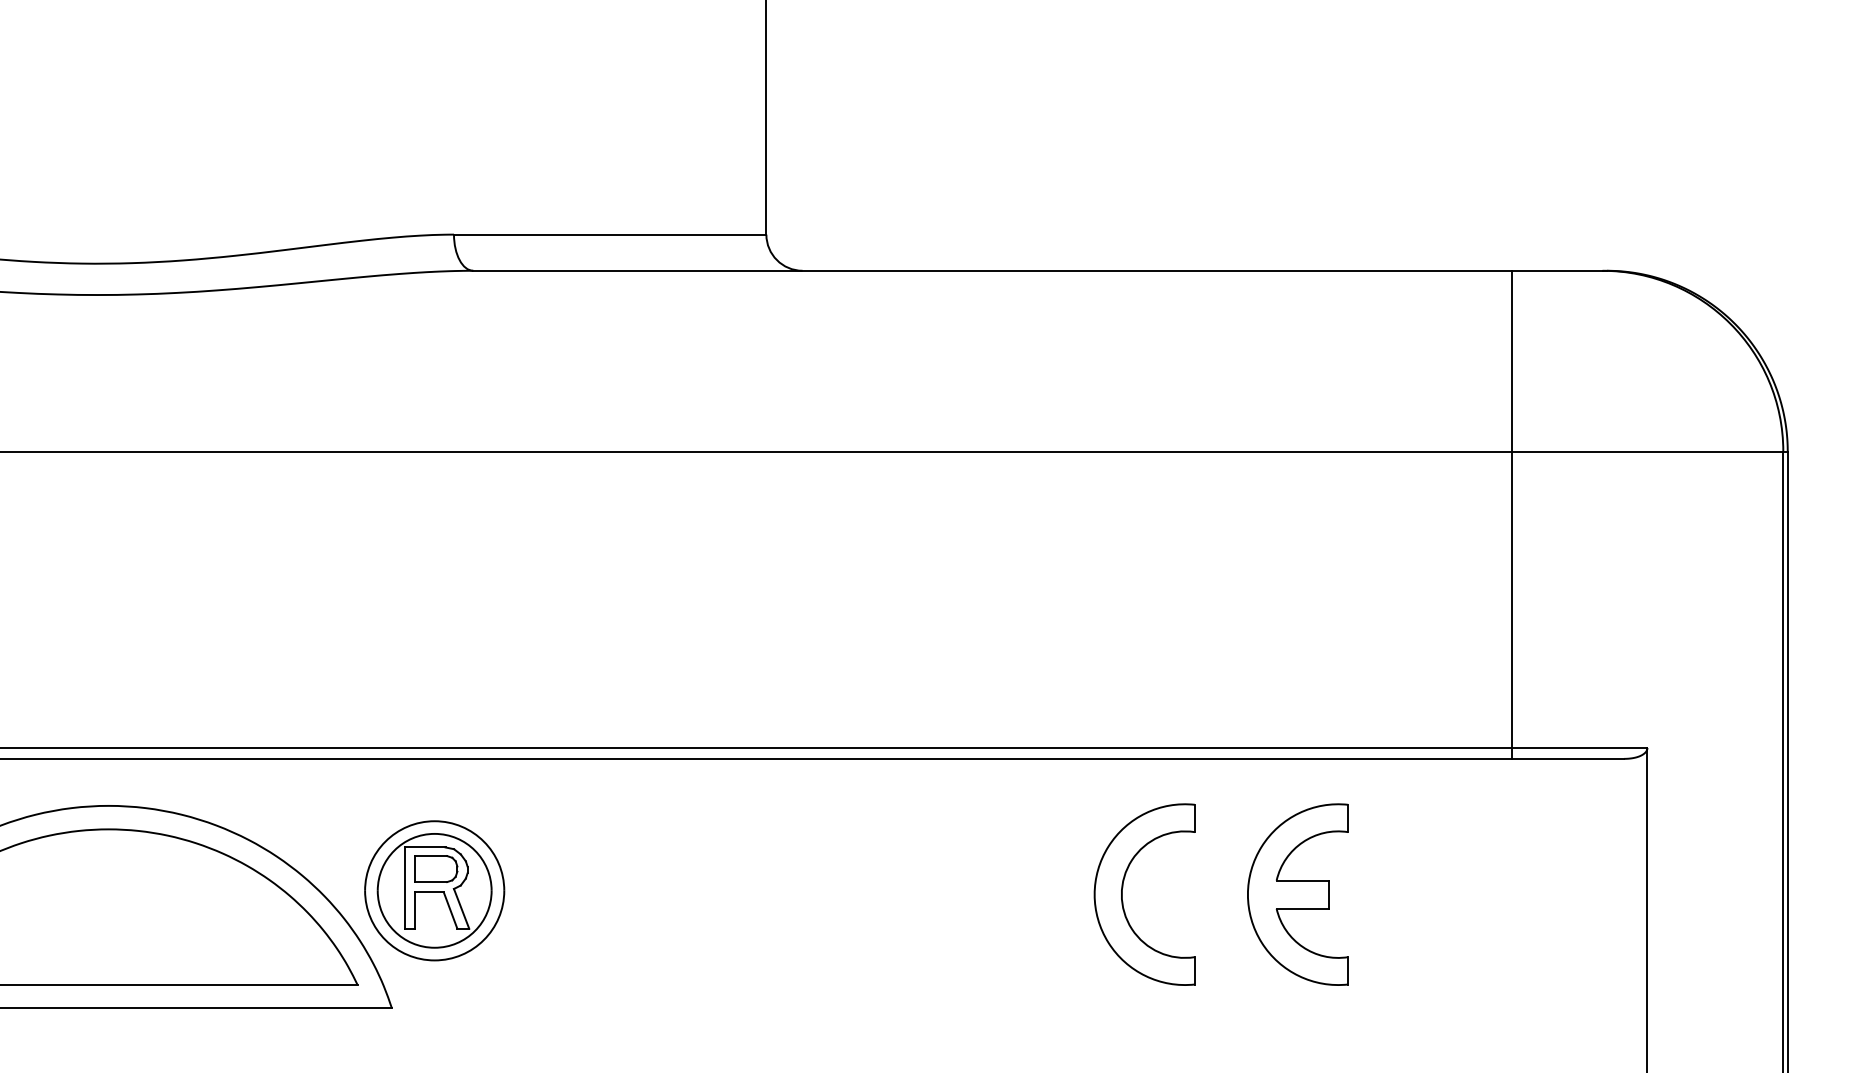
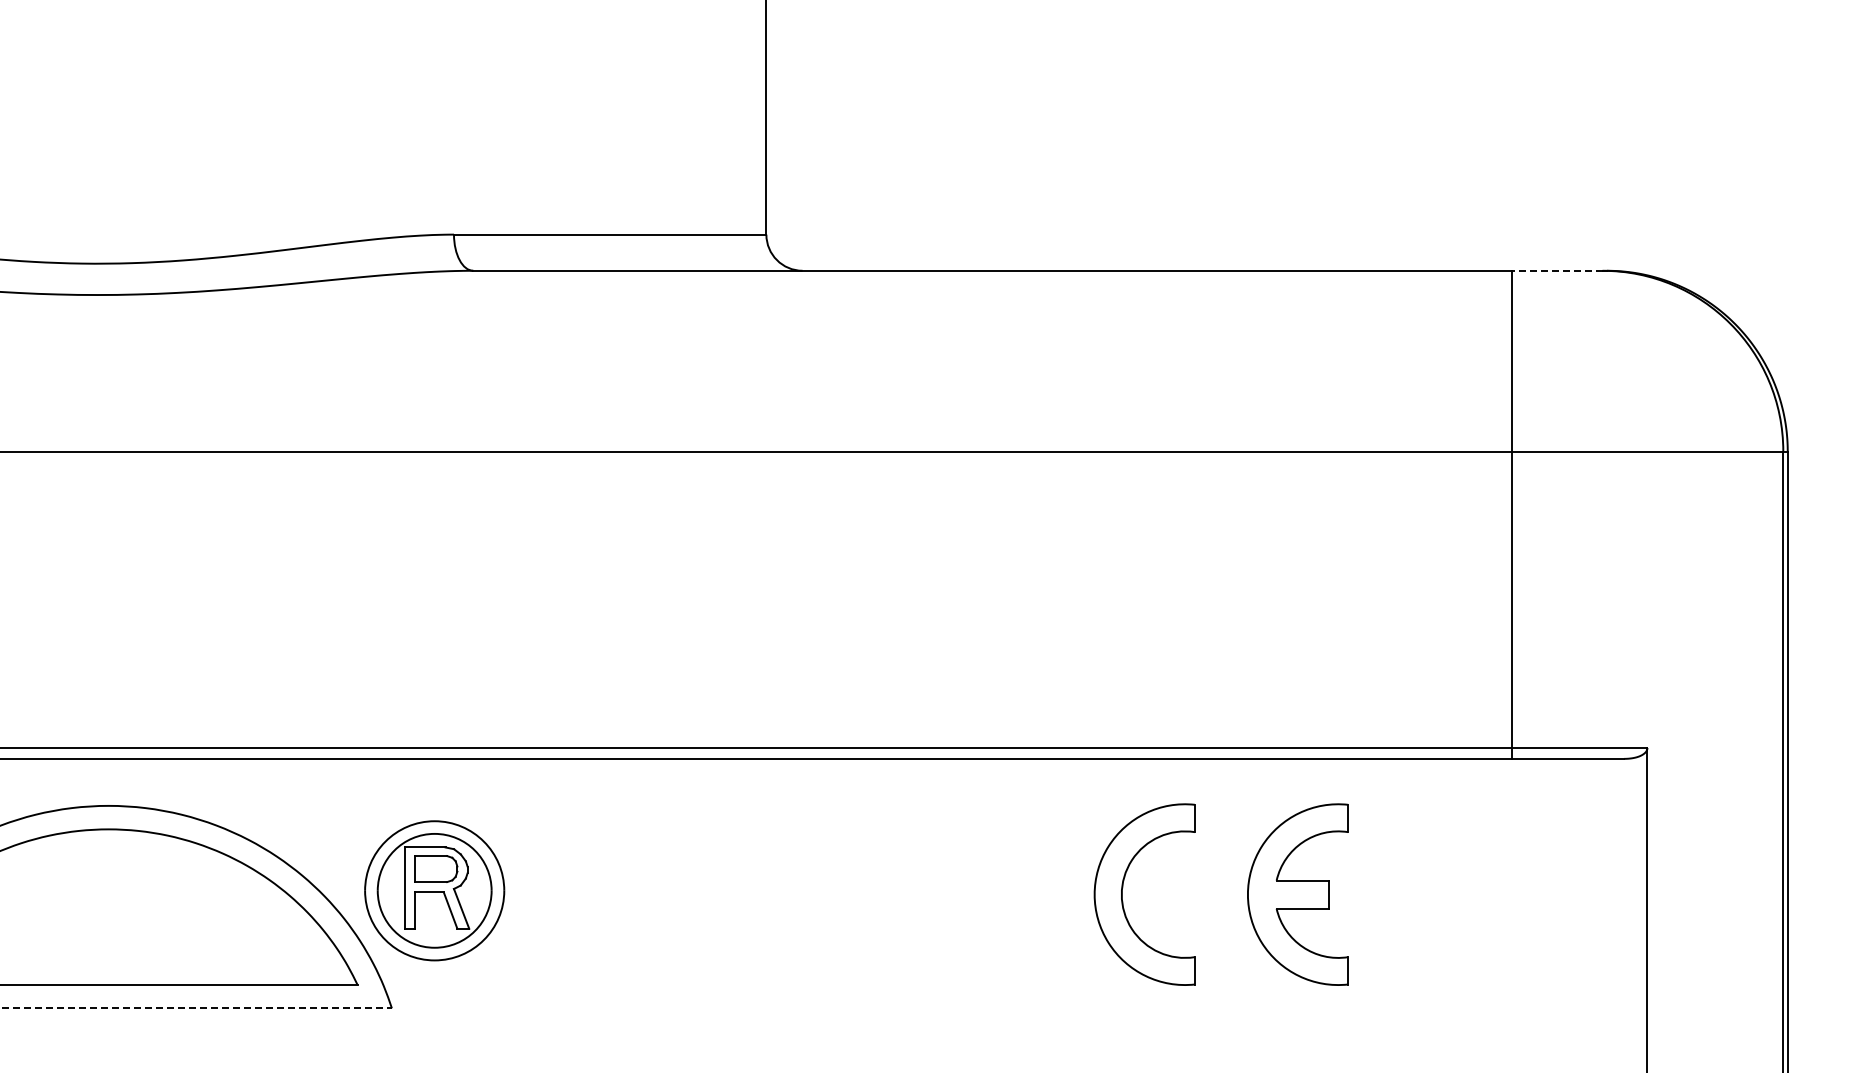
line at (1556, 270): solid -> dashed
line at (196, 1008): solid -> dashed
